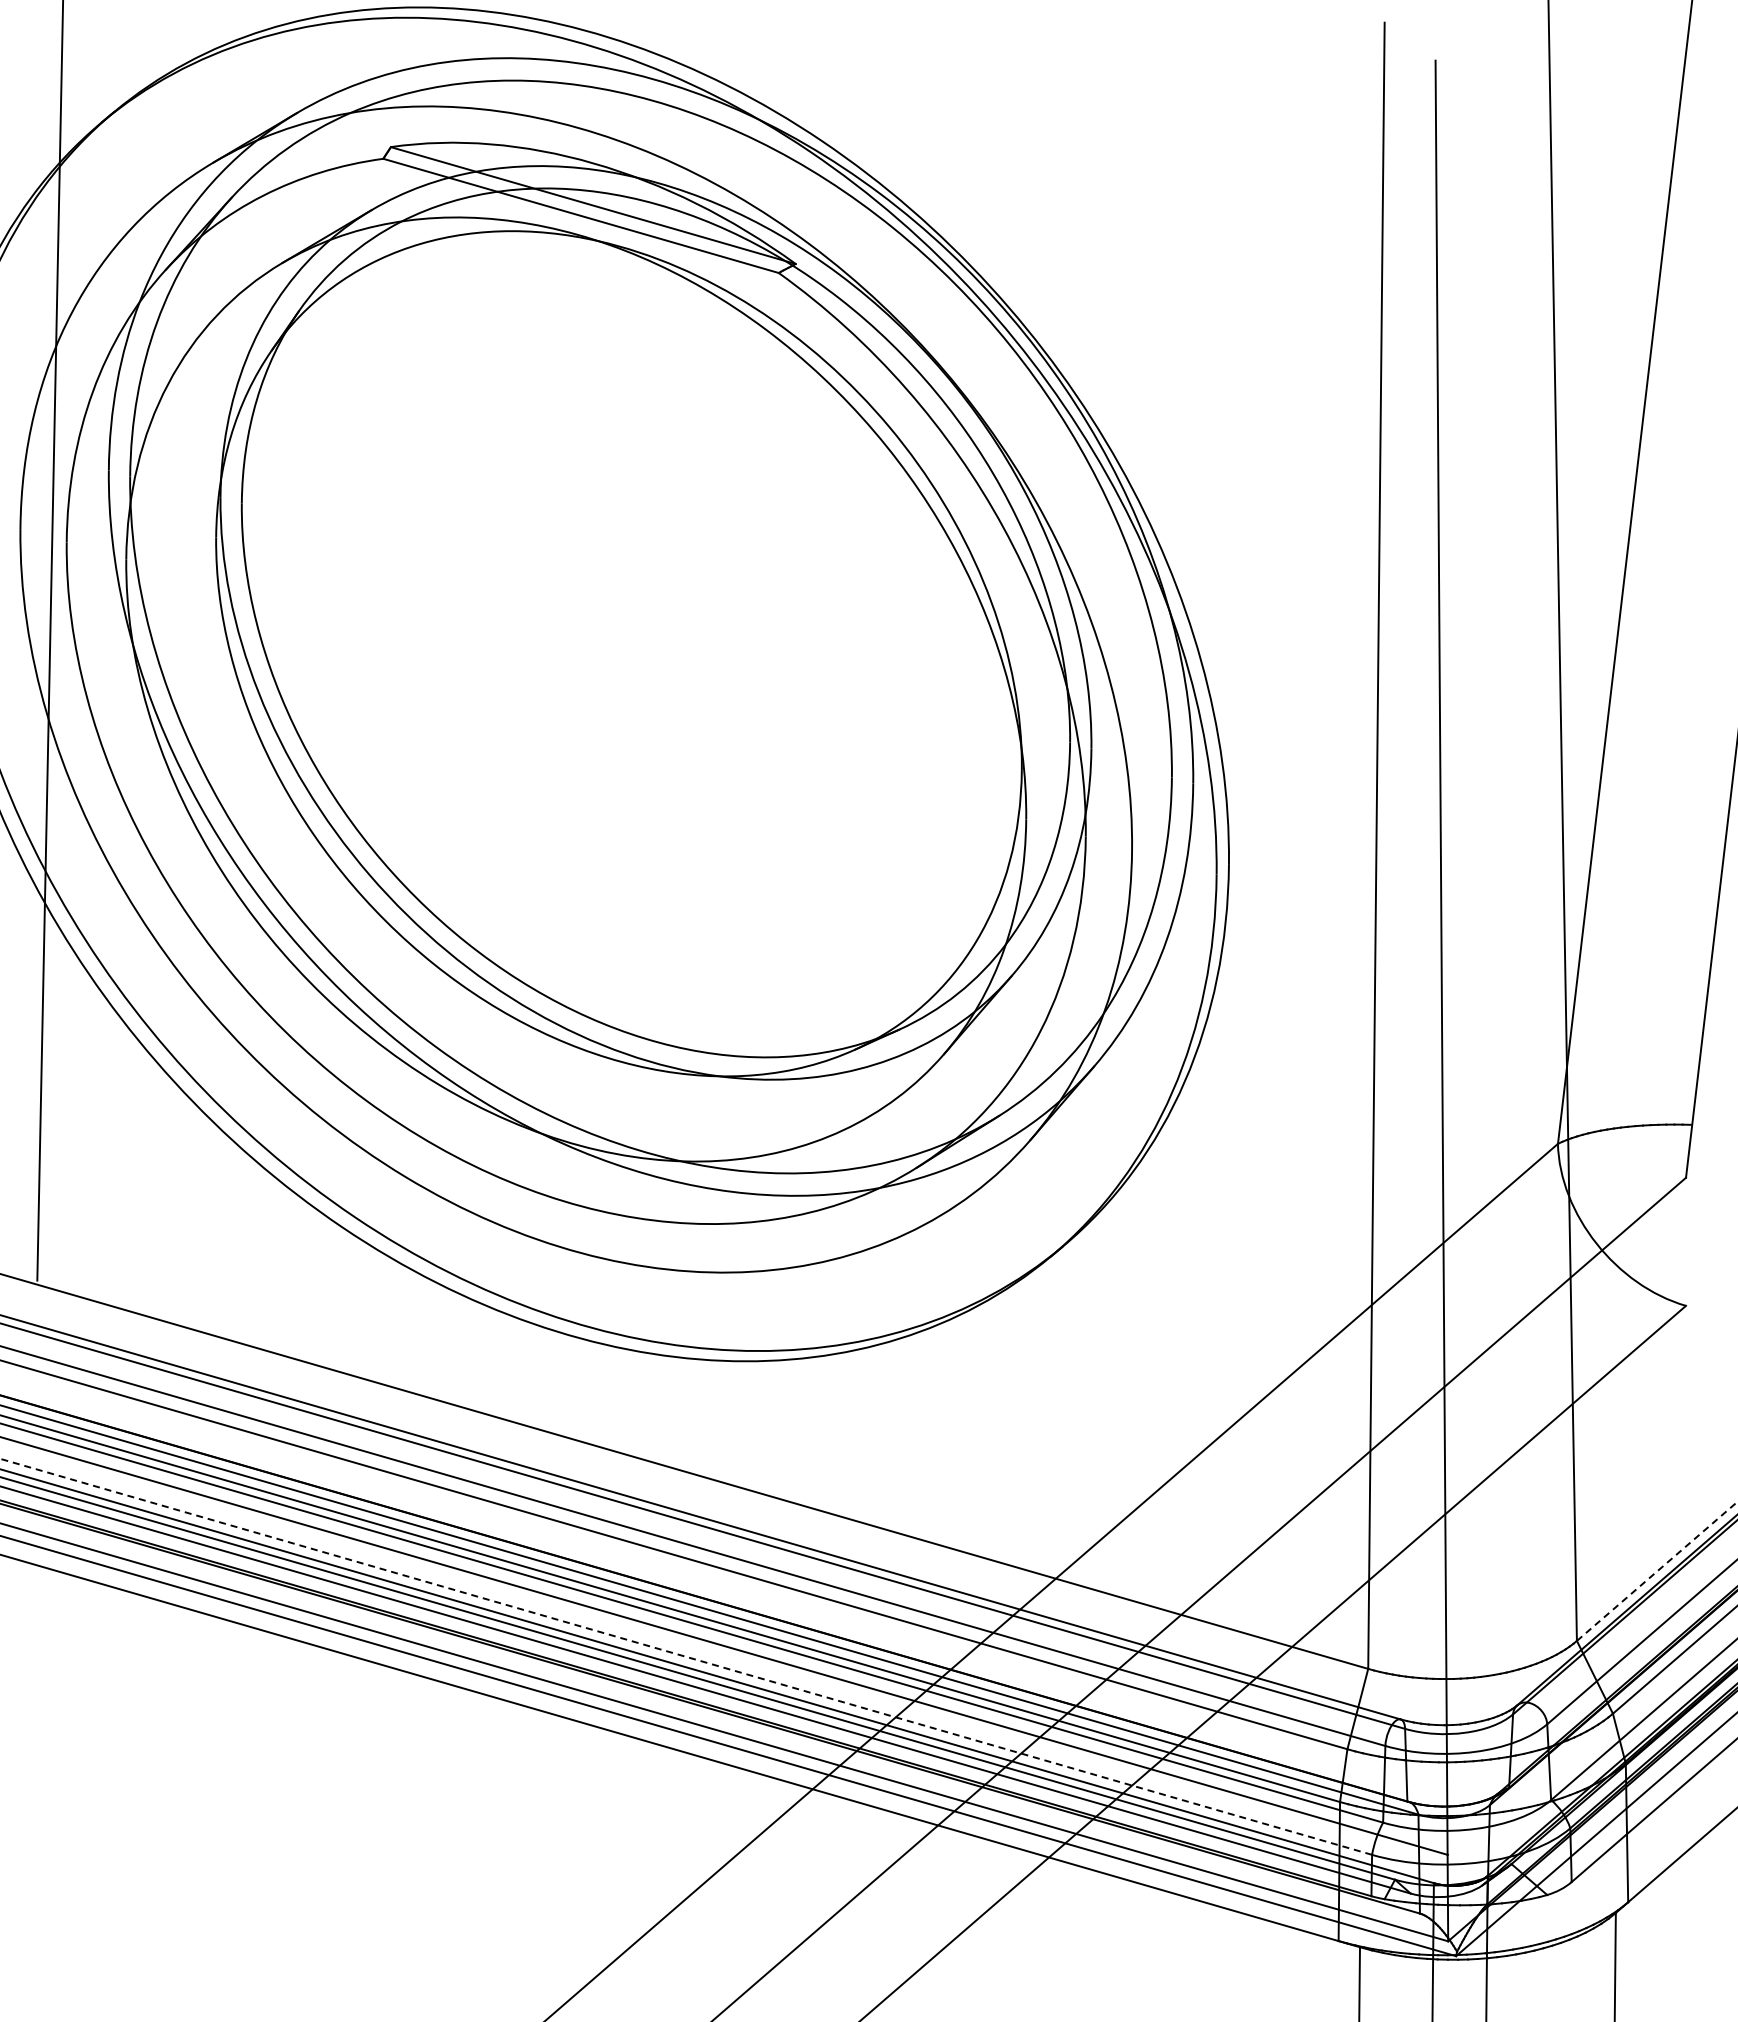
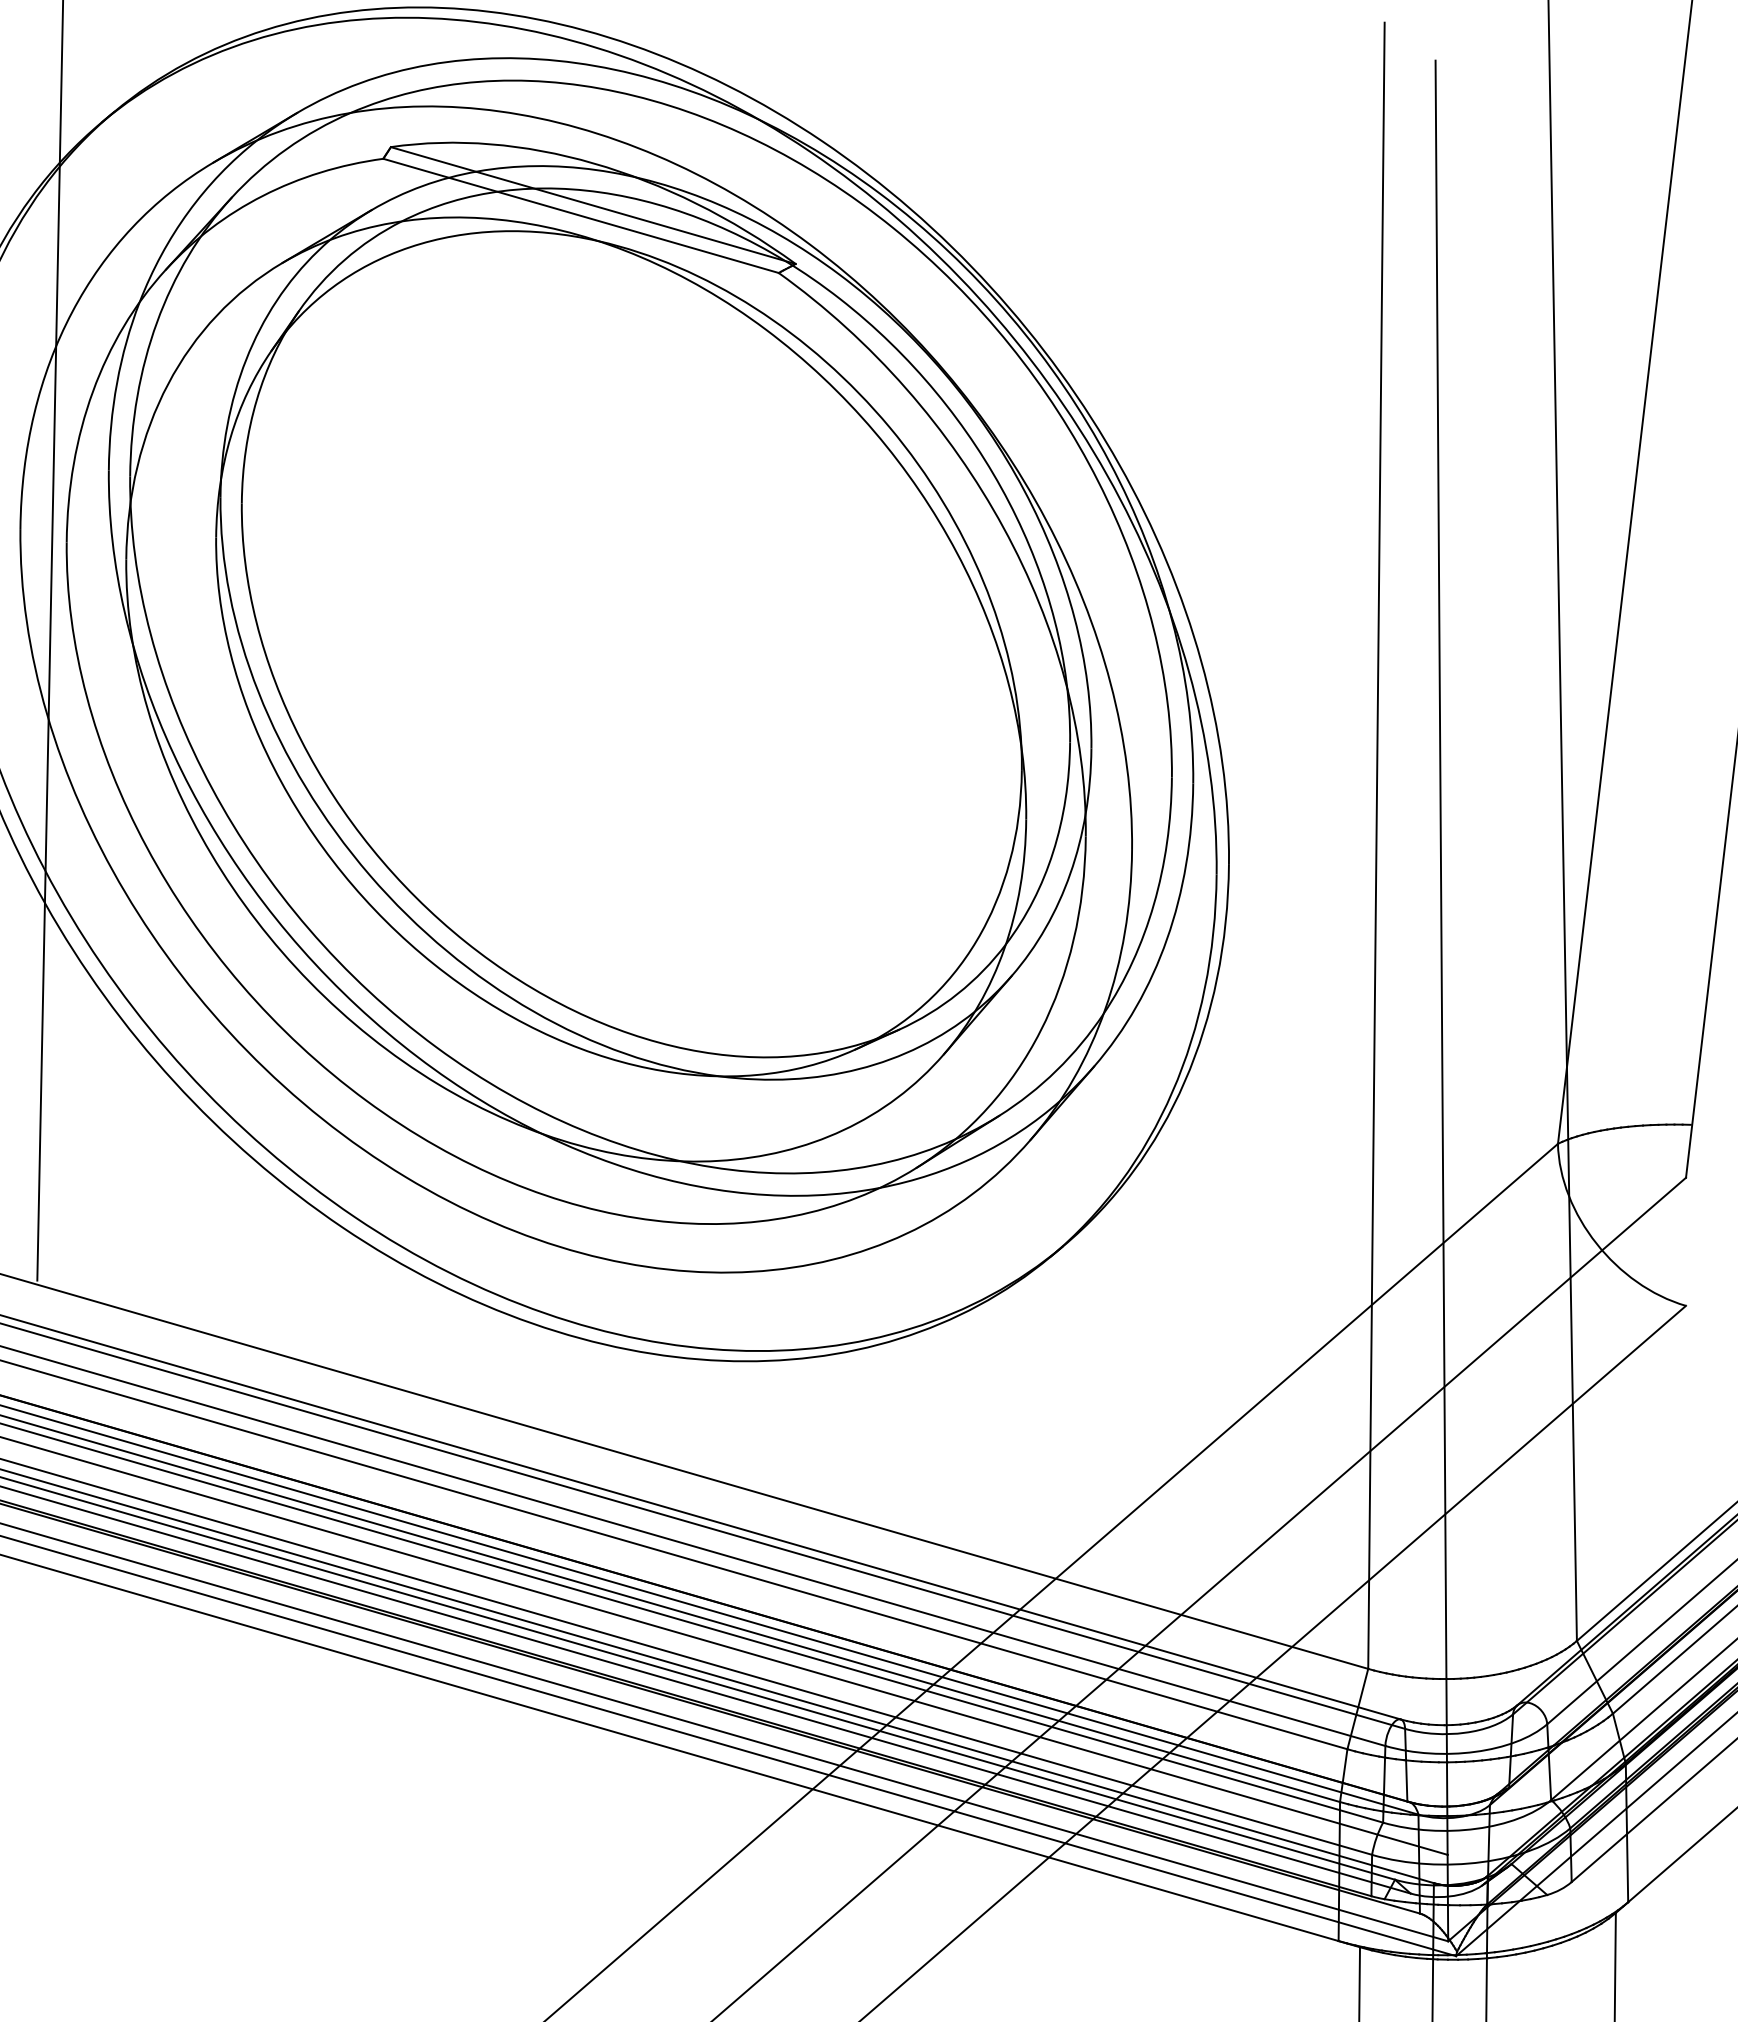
line at (1657, 1571): dashed -> solid
line at (686, 1656): dashed -> solid
